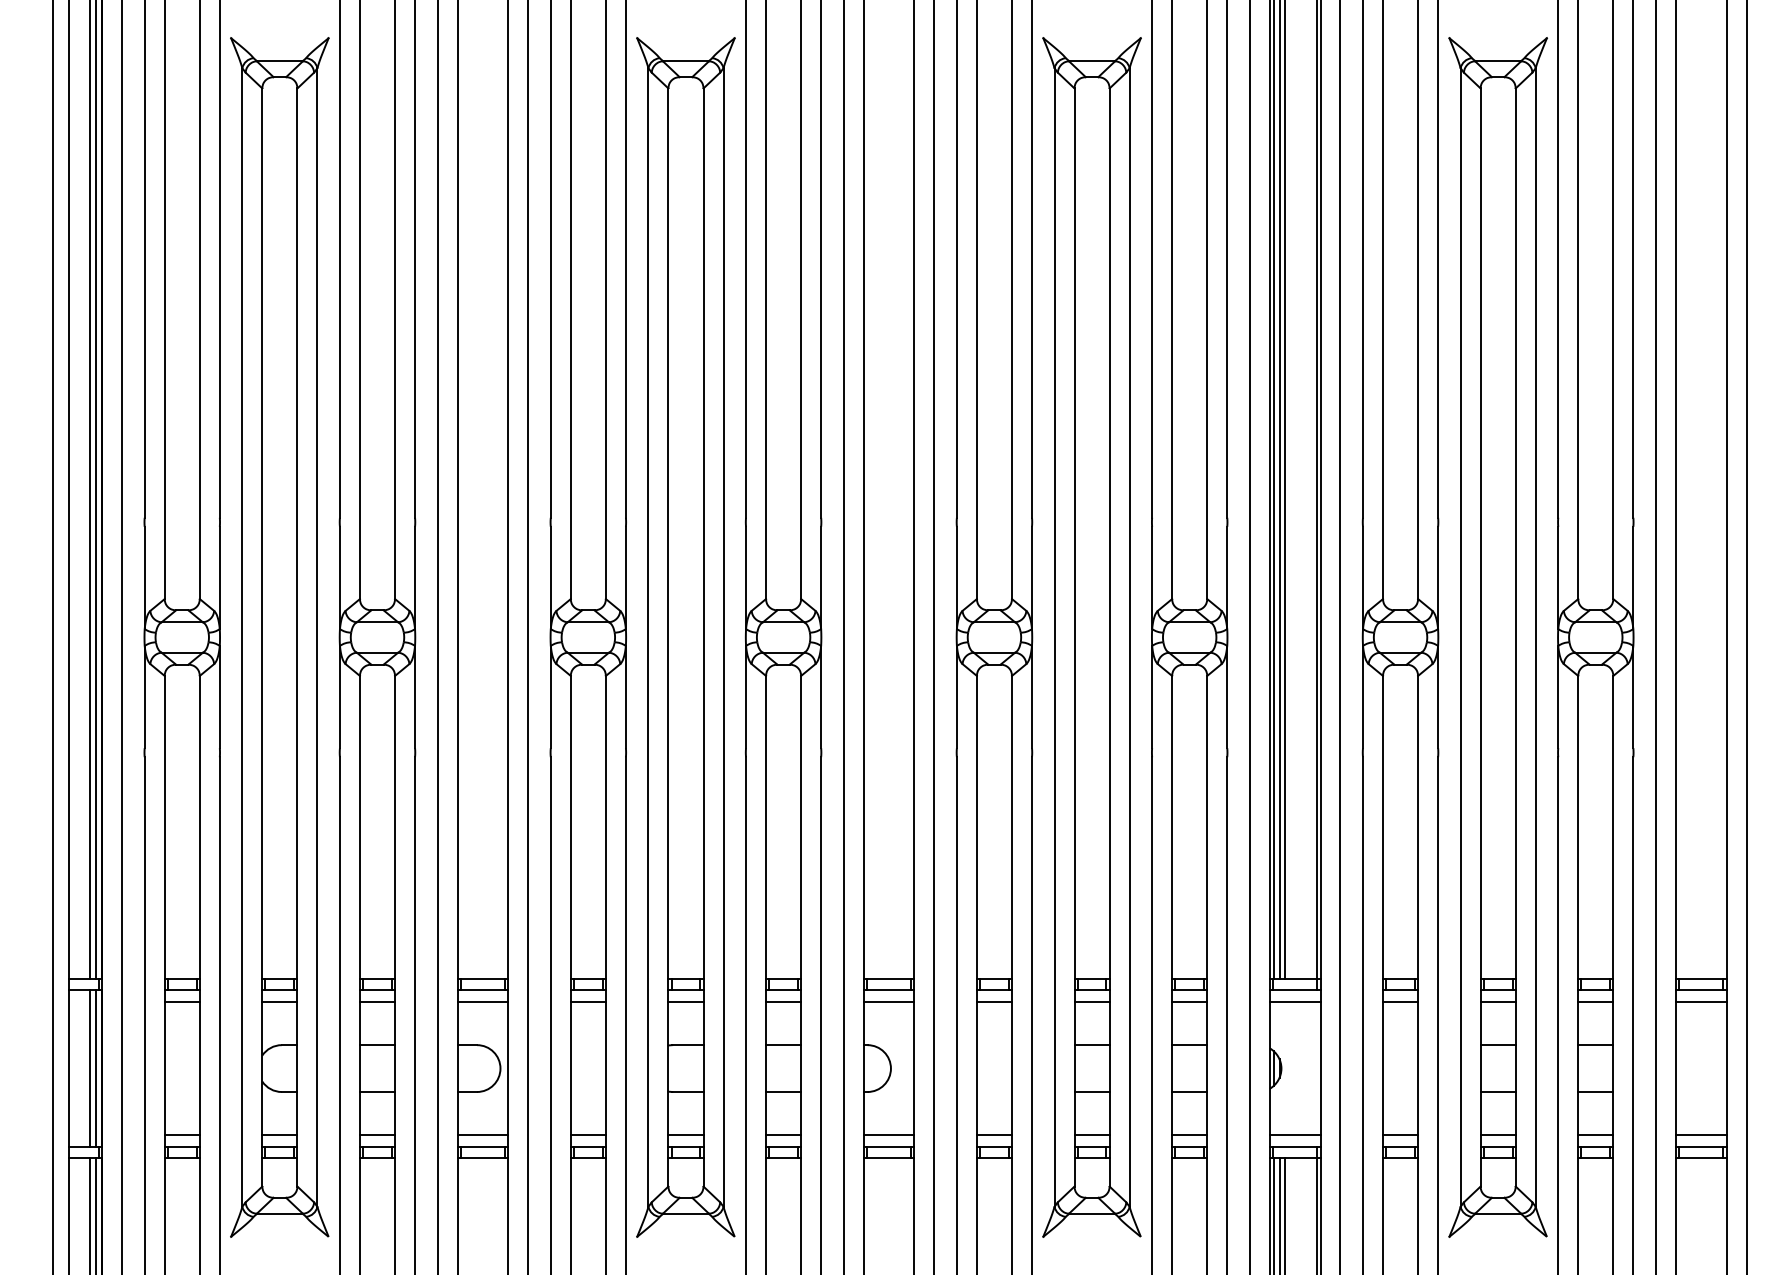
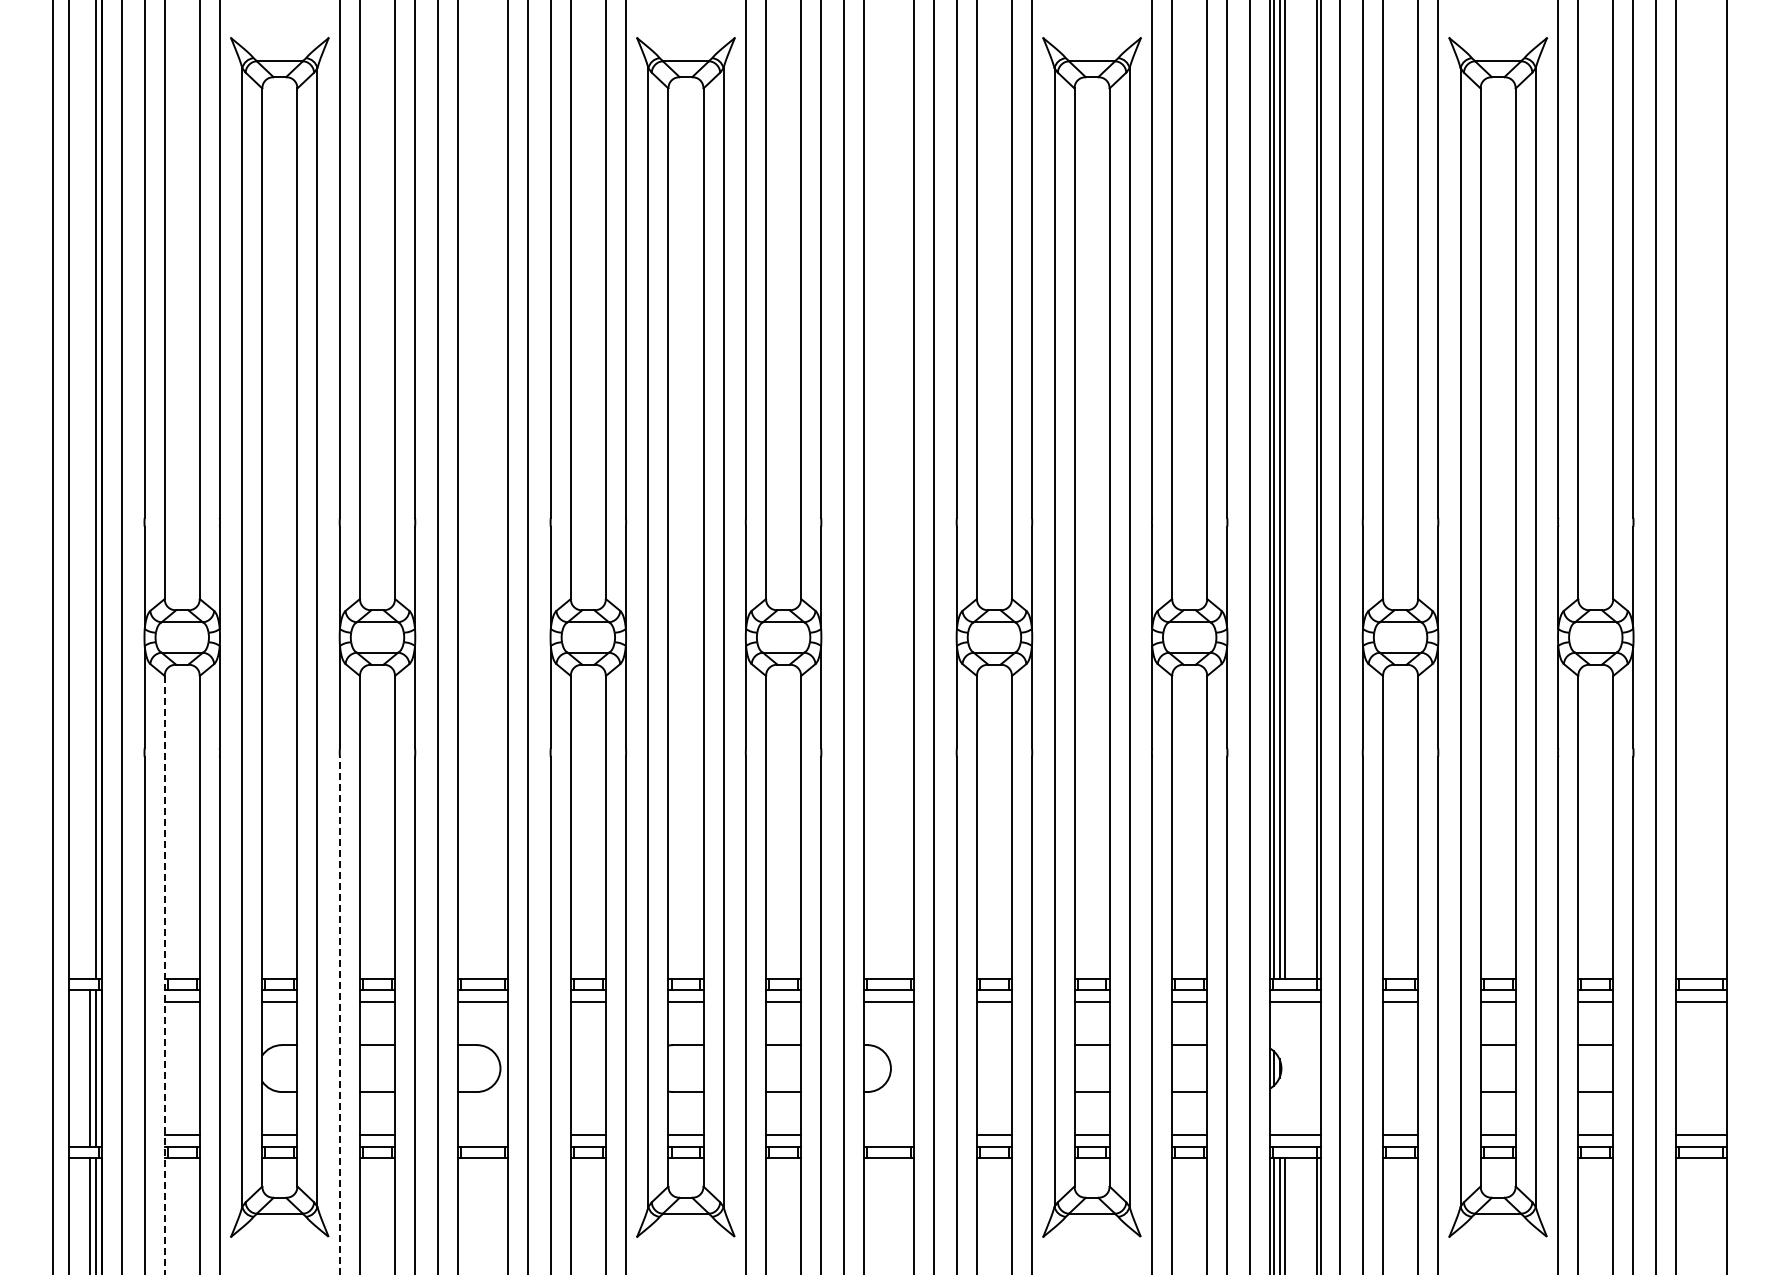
line at (90, 490): present -> none
line at (1746, 636): present -> none
line at (164, 975): solid -> dashed
line at (339, 1015): solid -> dashed
line at (482, 1134): present -> none
line at (888, 1134): present -> none
